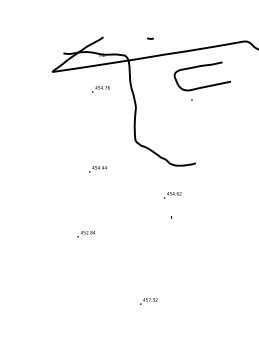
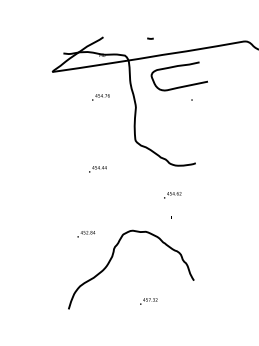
curve at (199, 67) position: (199, 67) -> (176, 67)
text at (100, 89) position: (100, 89) -> (100, 97)
curve at (111, 260): none -> present
